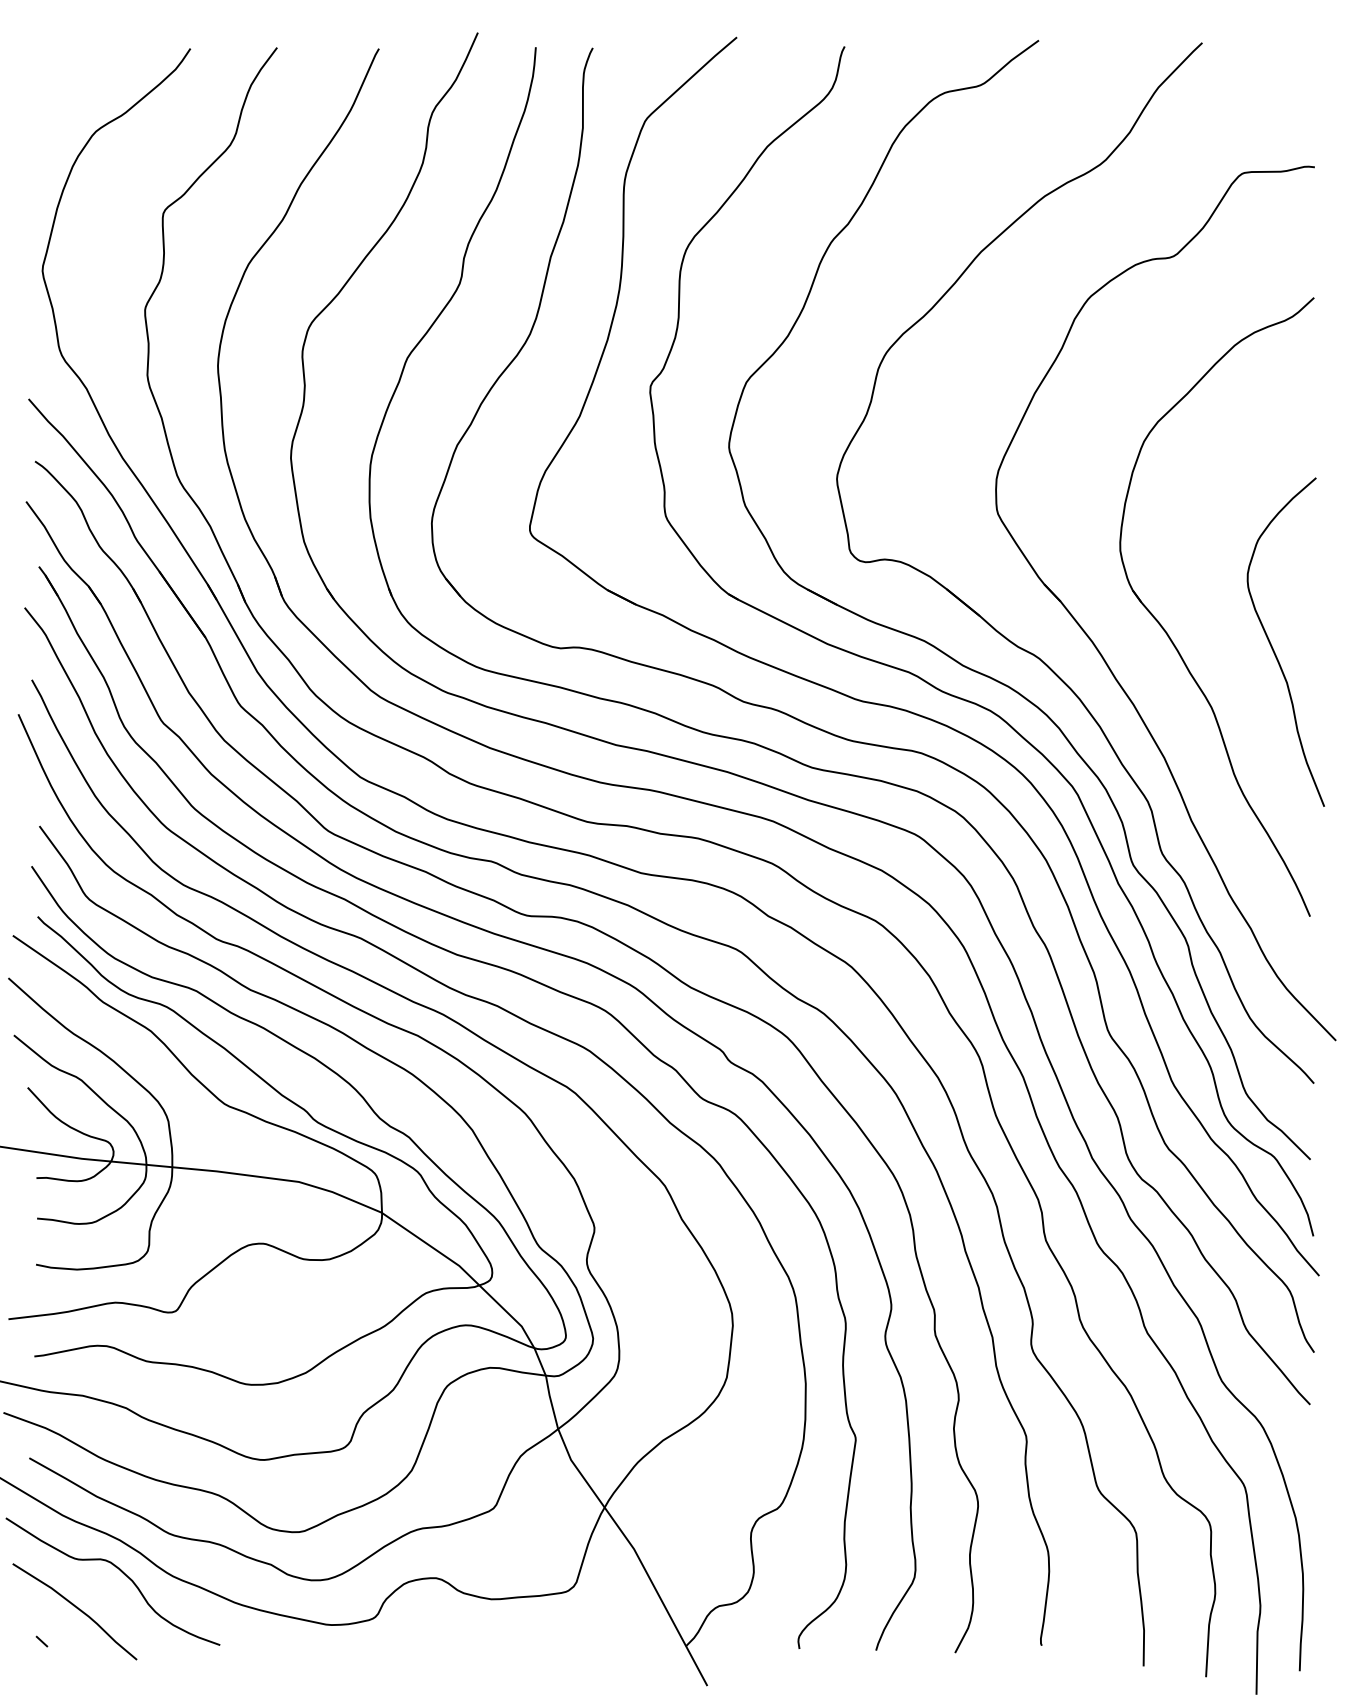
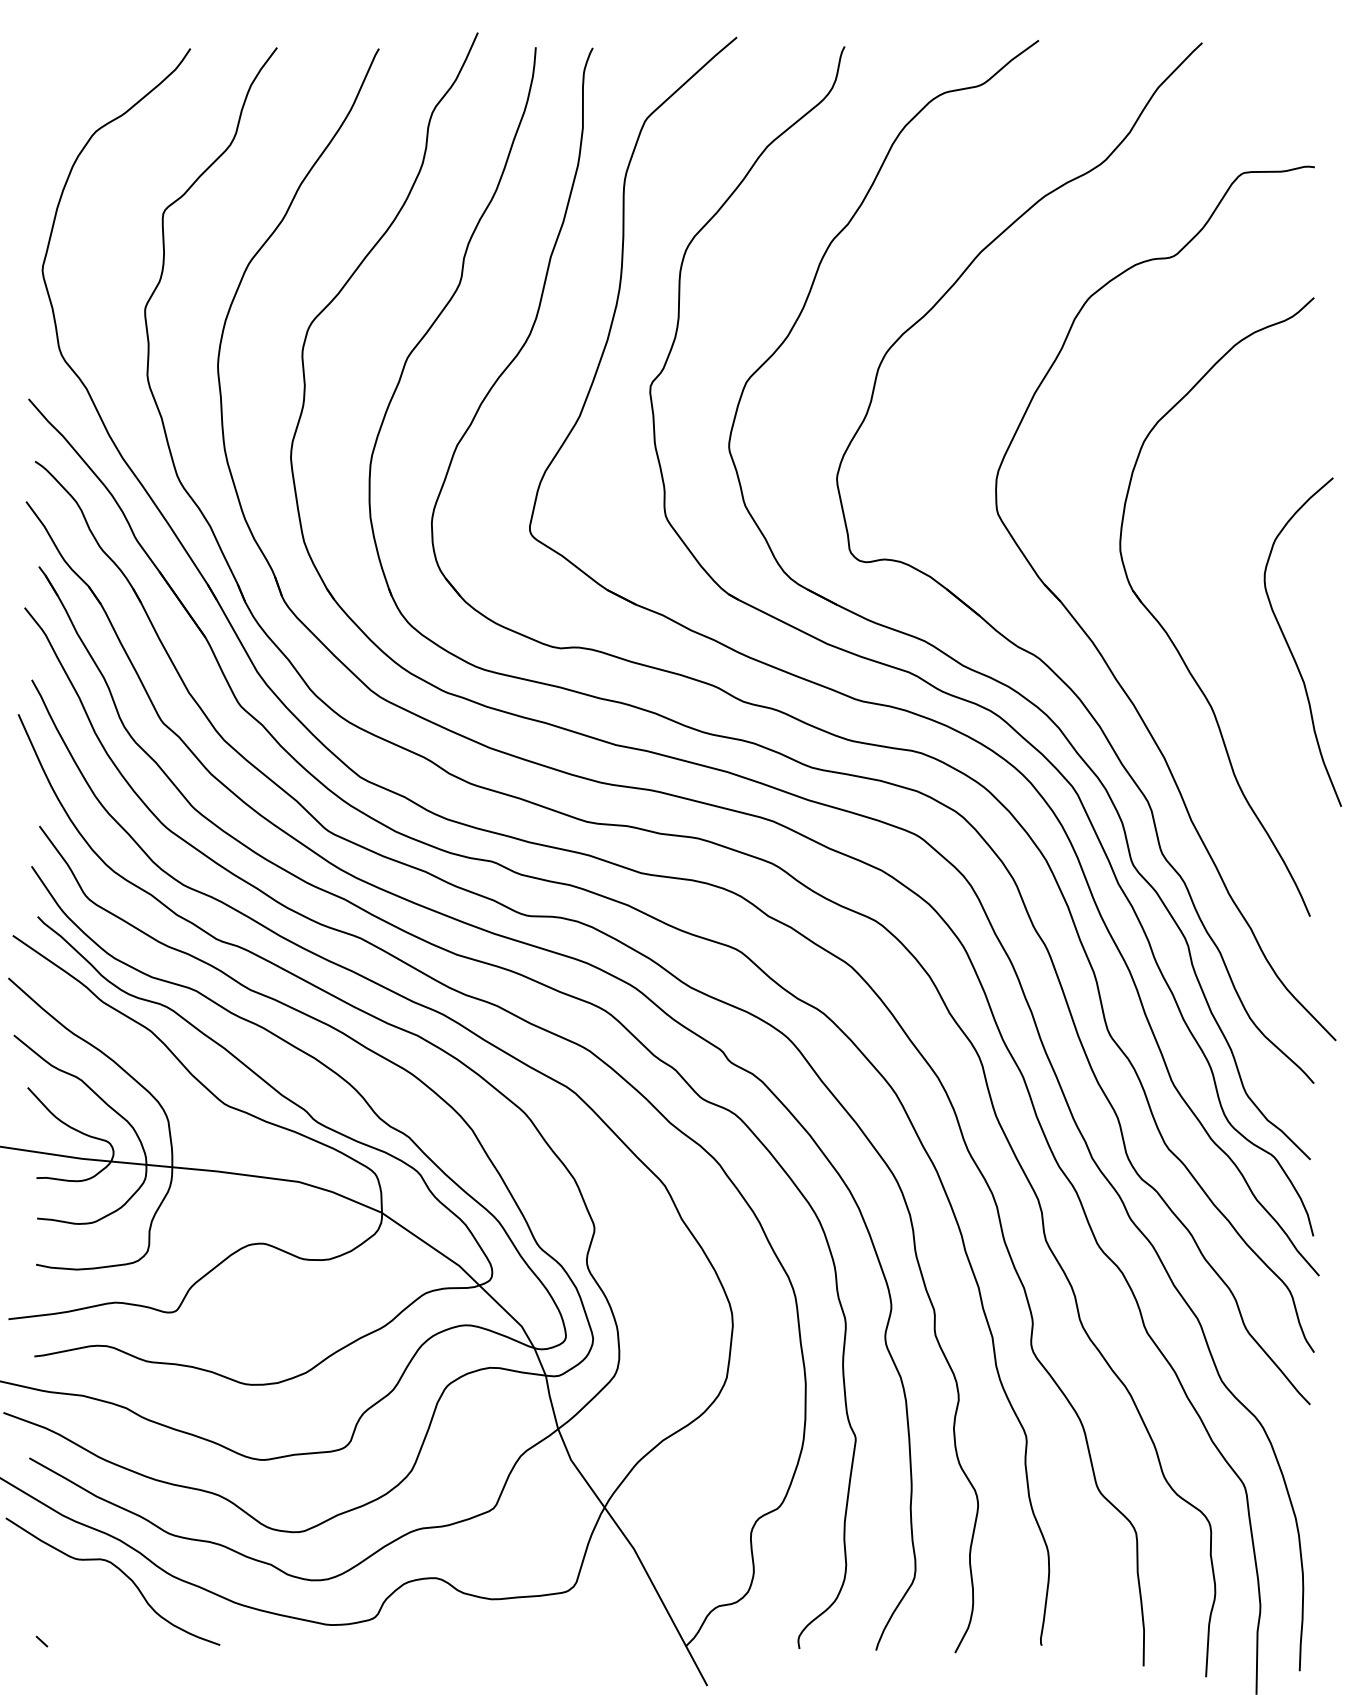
curve at (1272, 645) position: (1272, 645) -> (1289, 645)
curve at (76, 1608): present -> none
